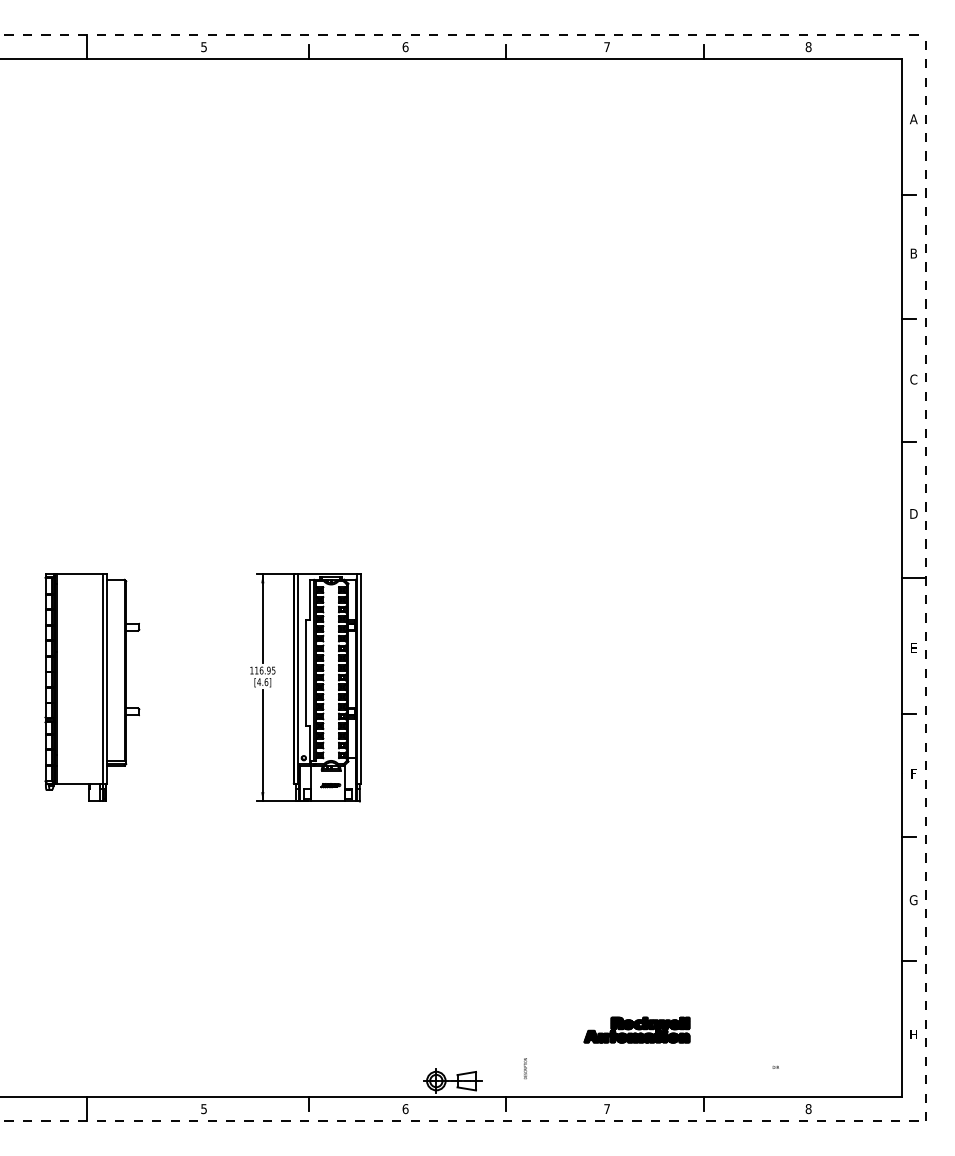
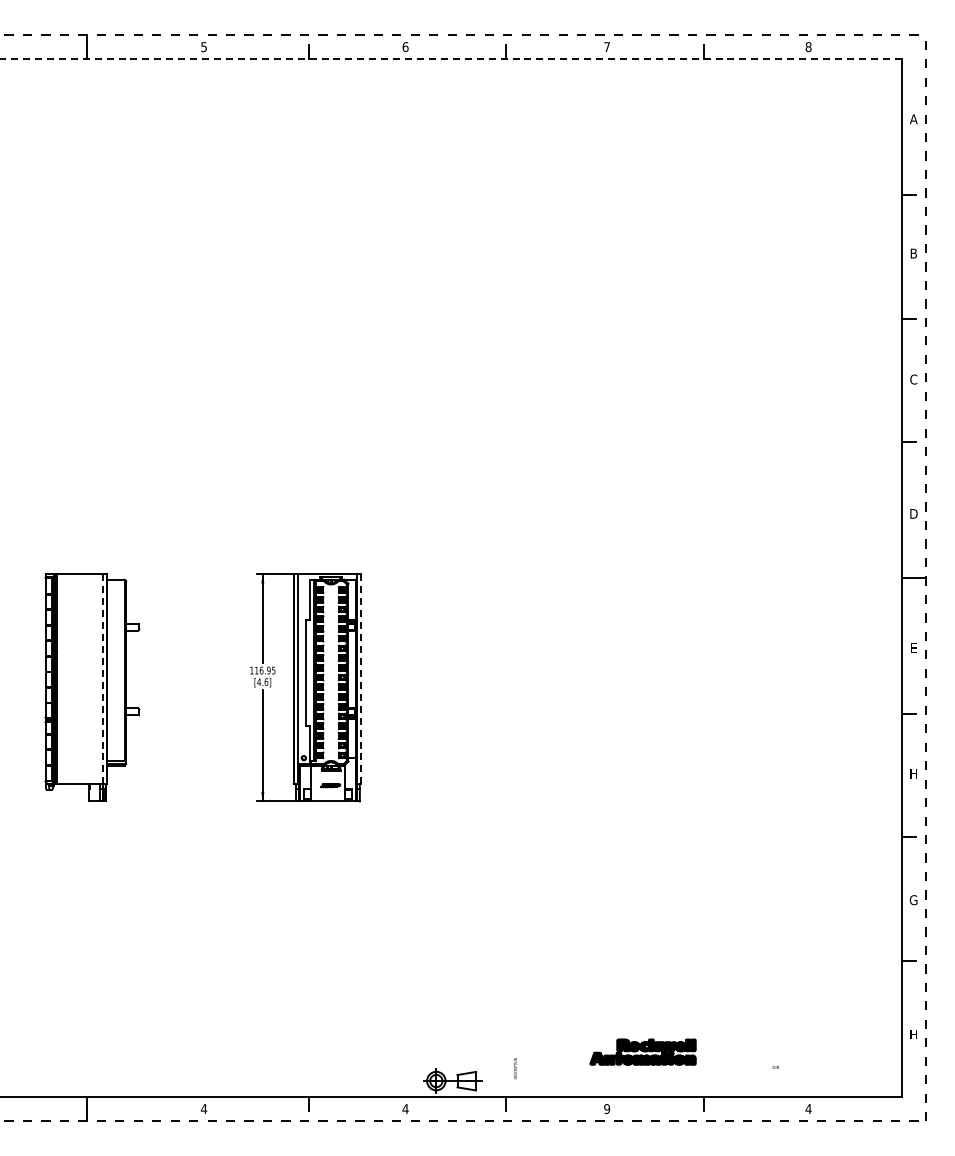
line at (450, 59): solid -> dashed
line at (102, 678): solid -> dashed
line at (361, 678): solid -> dashed
text at (913, 773): F -> H
part at (636, 1029) position: (636, 1029) -> (642, 1051)
text at (525, 1068) position: (525, 1068) -> (515, 1068)
text at (203, 1109): 5 -> 4
text at (405, 1109): 6 -> 4
text at (607, 1109): 7 -> 9
text at (808, 1109): 8 -> 4
